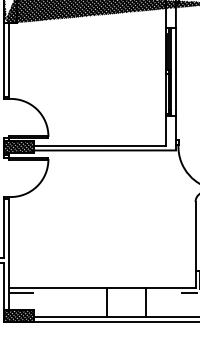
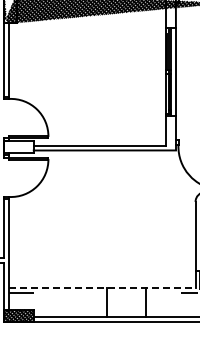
hatch at (18, 146): present -> none
line at (102, 287): solid -> dashed
